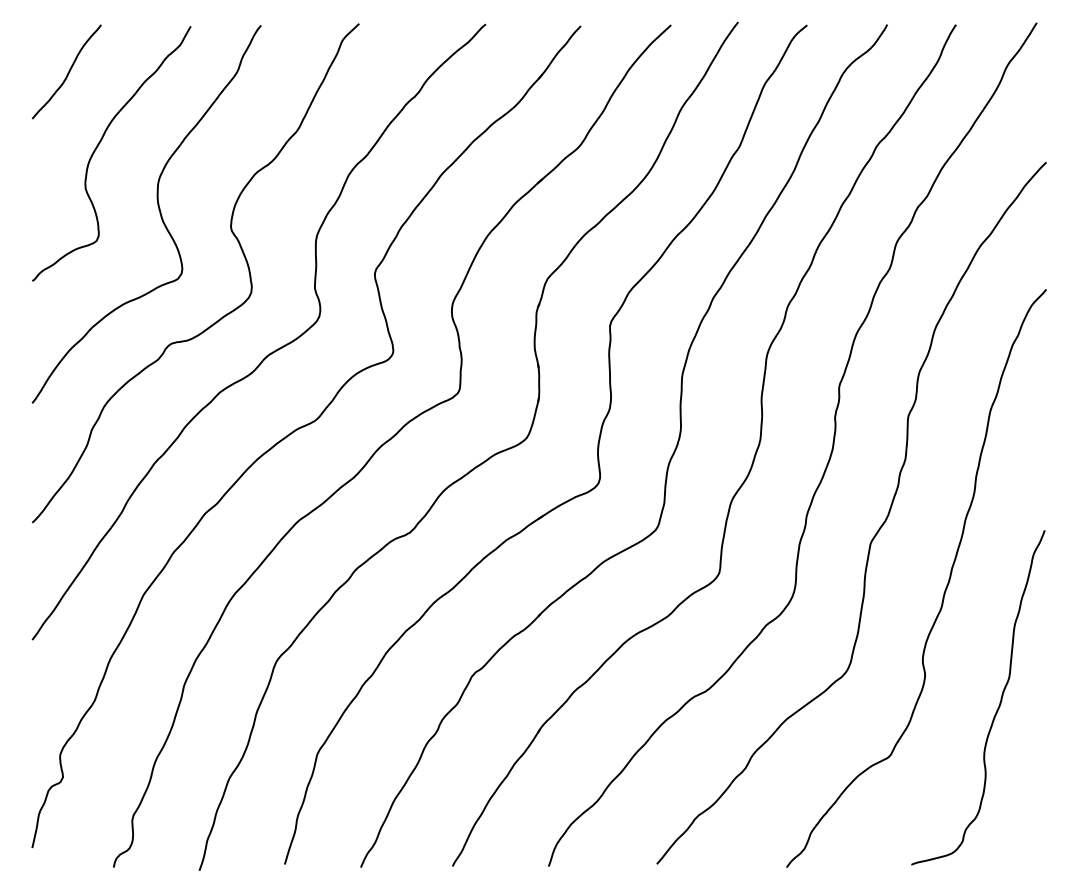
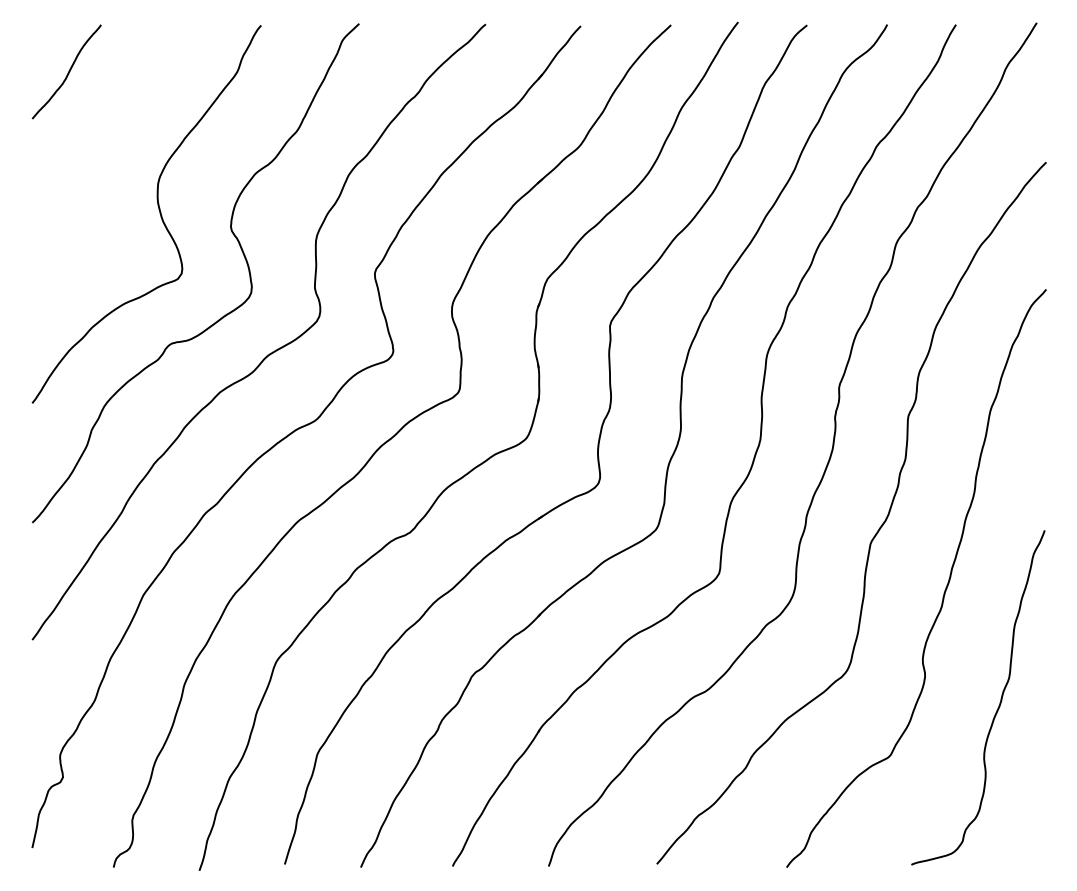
curve at (98, 146): present -> none
